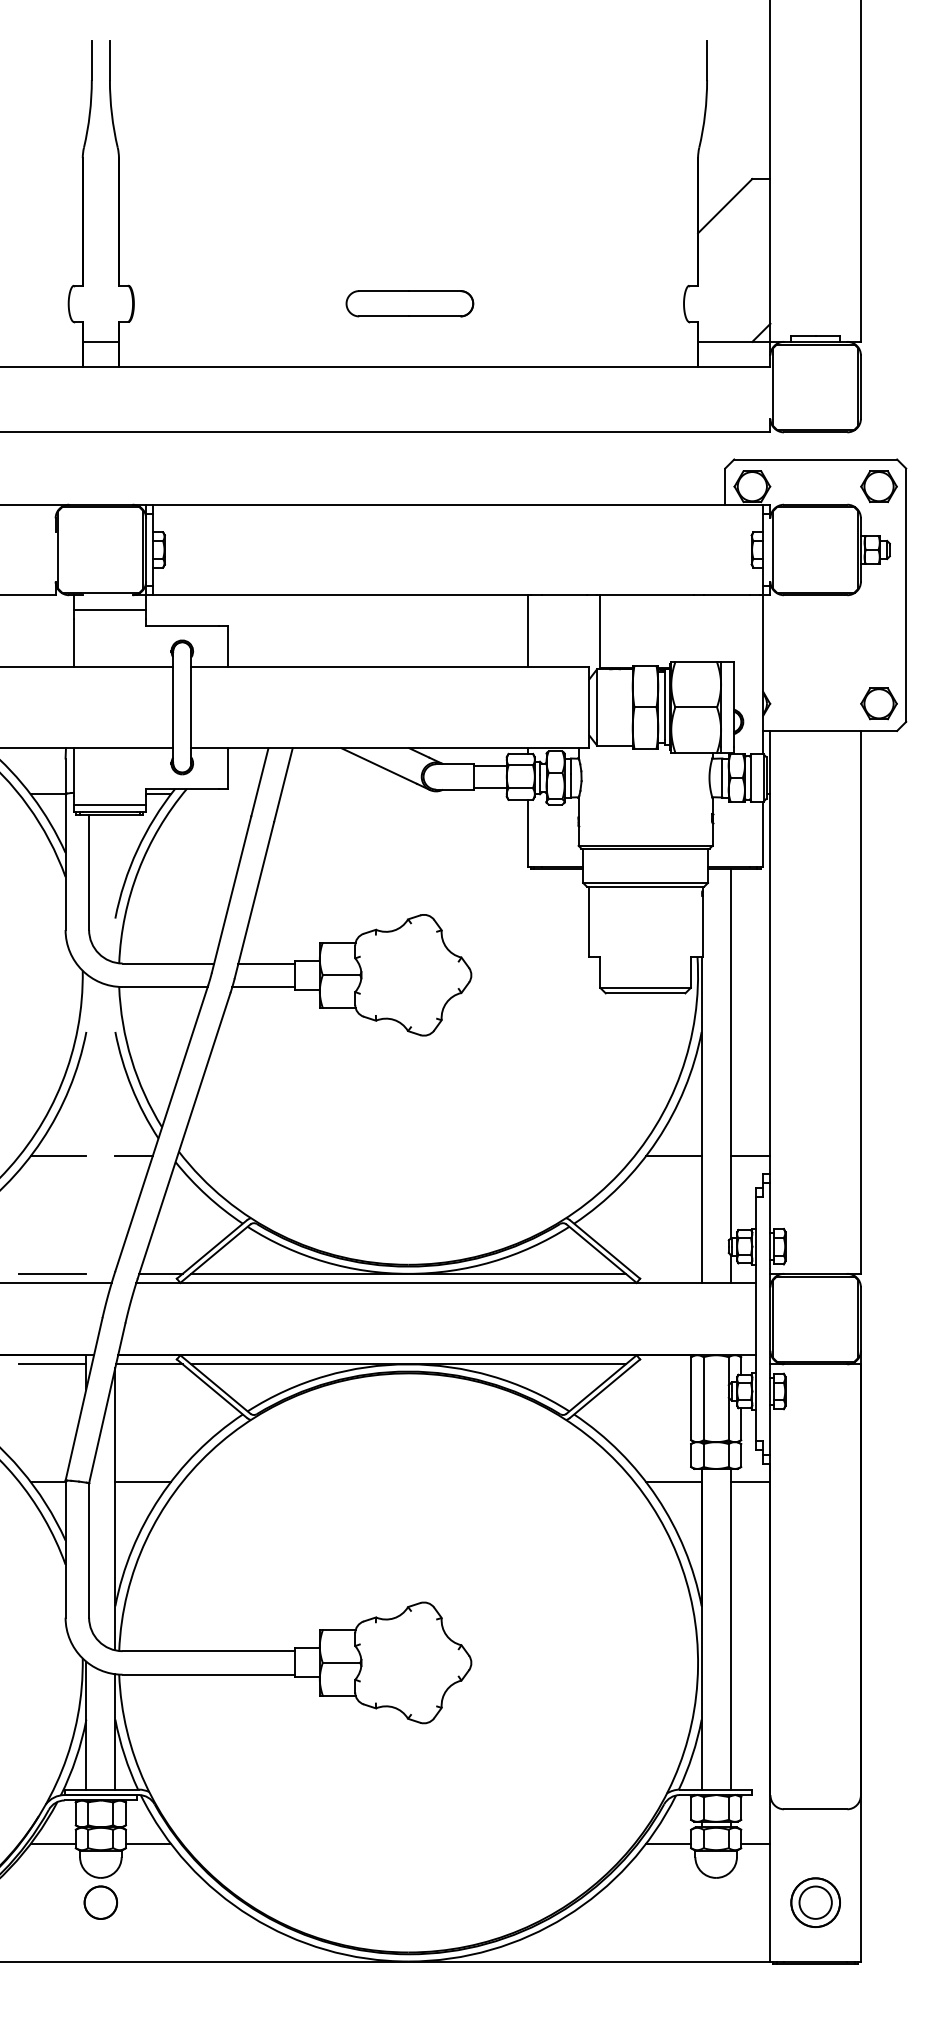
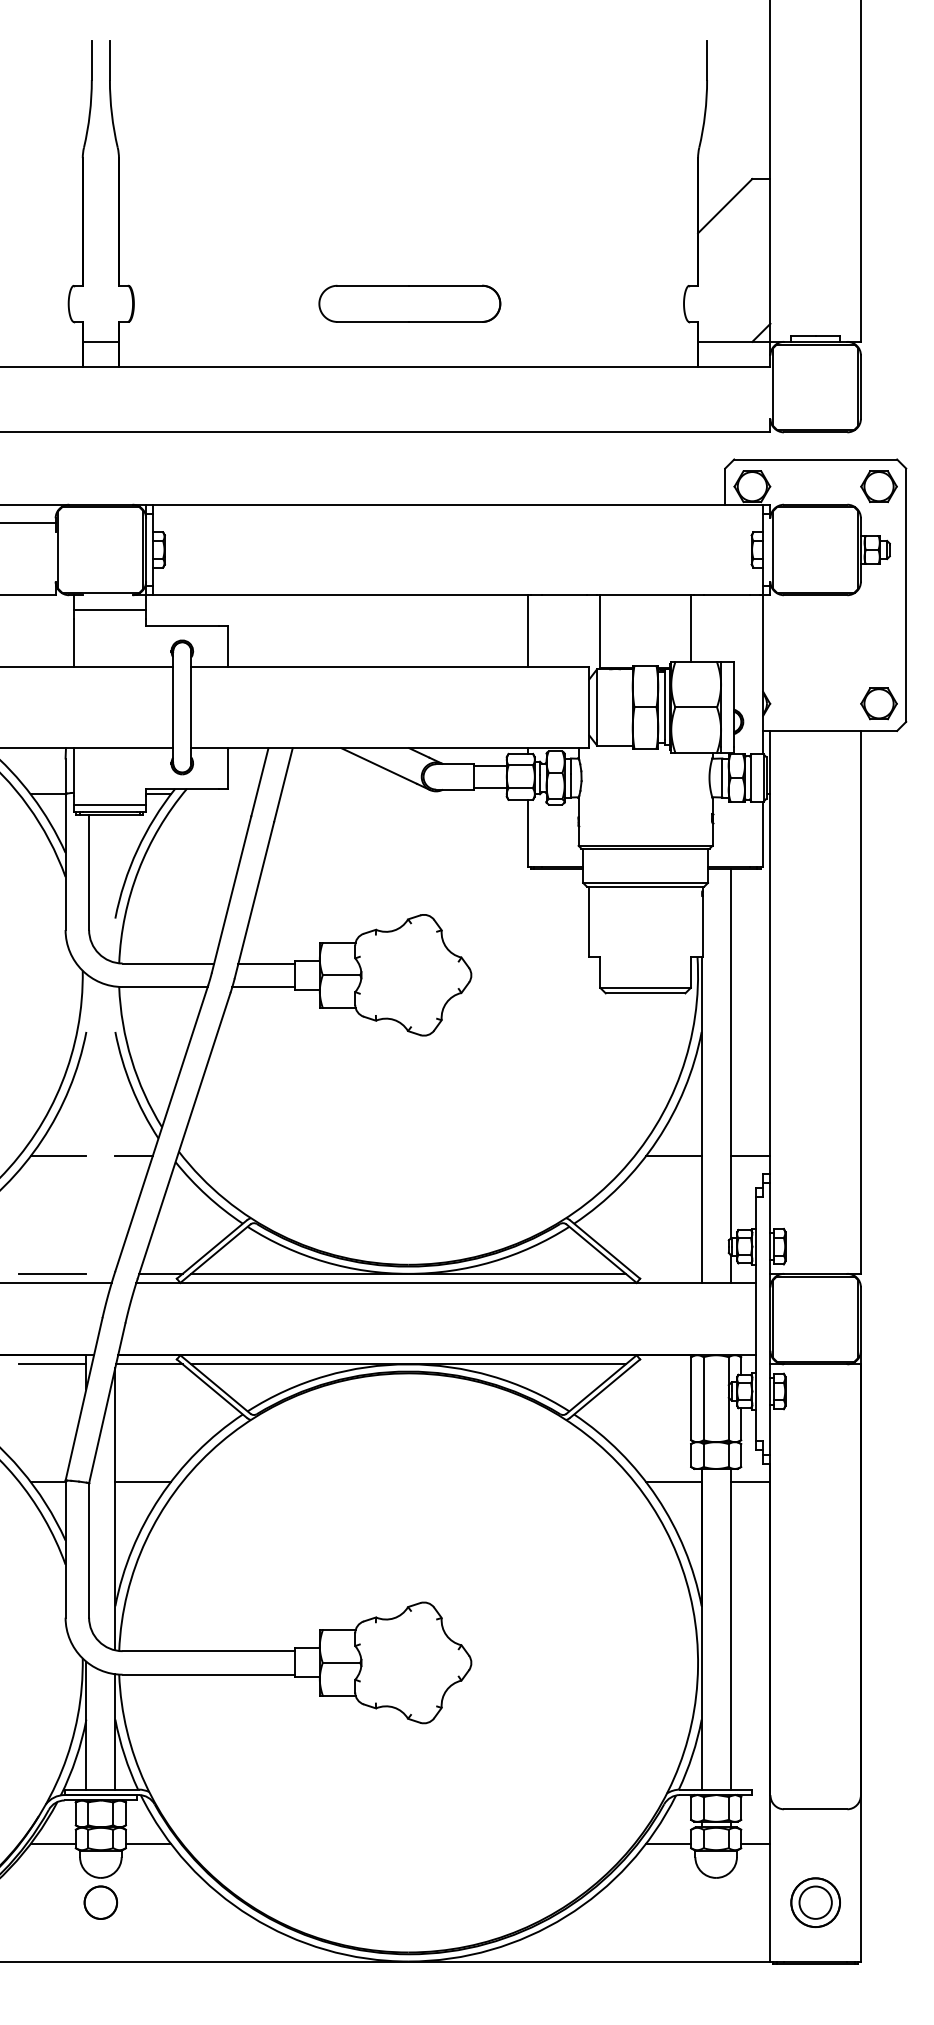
part at (409, 303) size: 130x28 px -> 184x39 px
line at (28, 522): none -> present
line at (690, 628): none -> present
